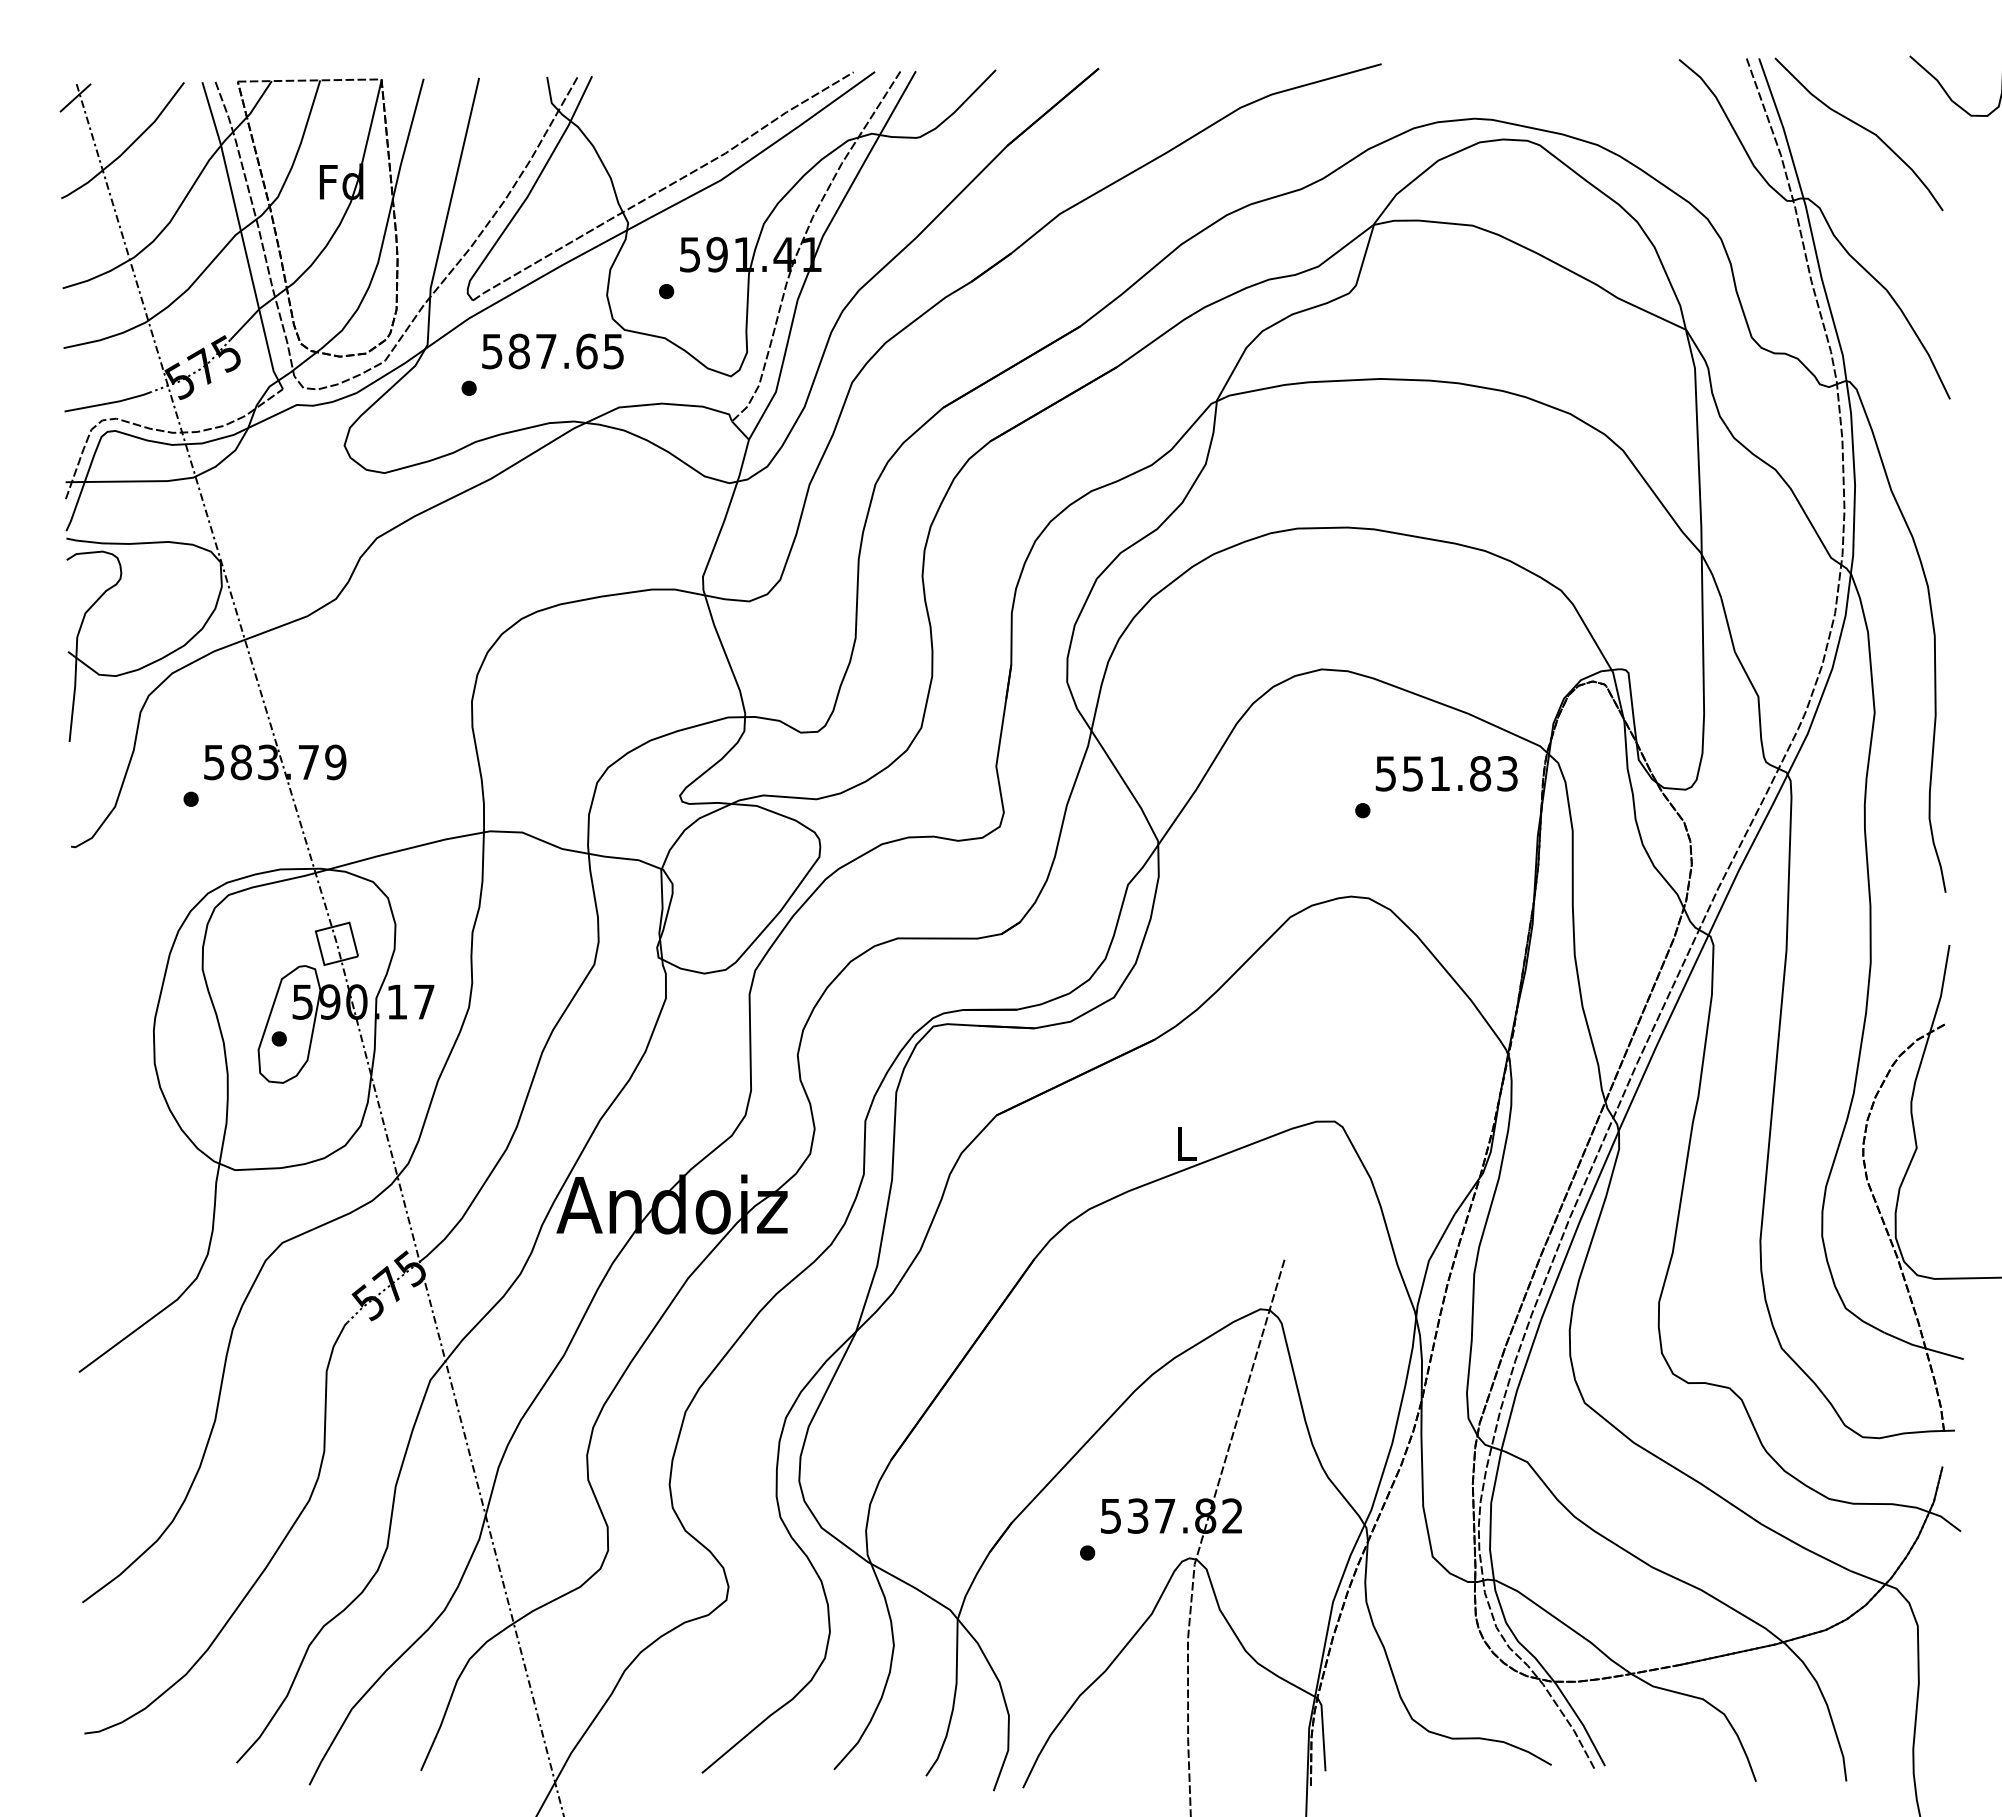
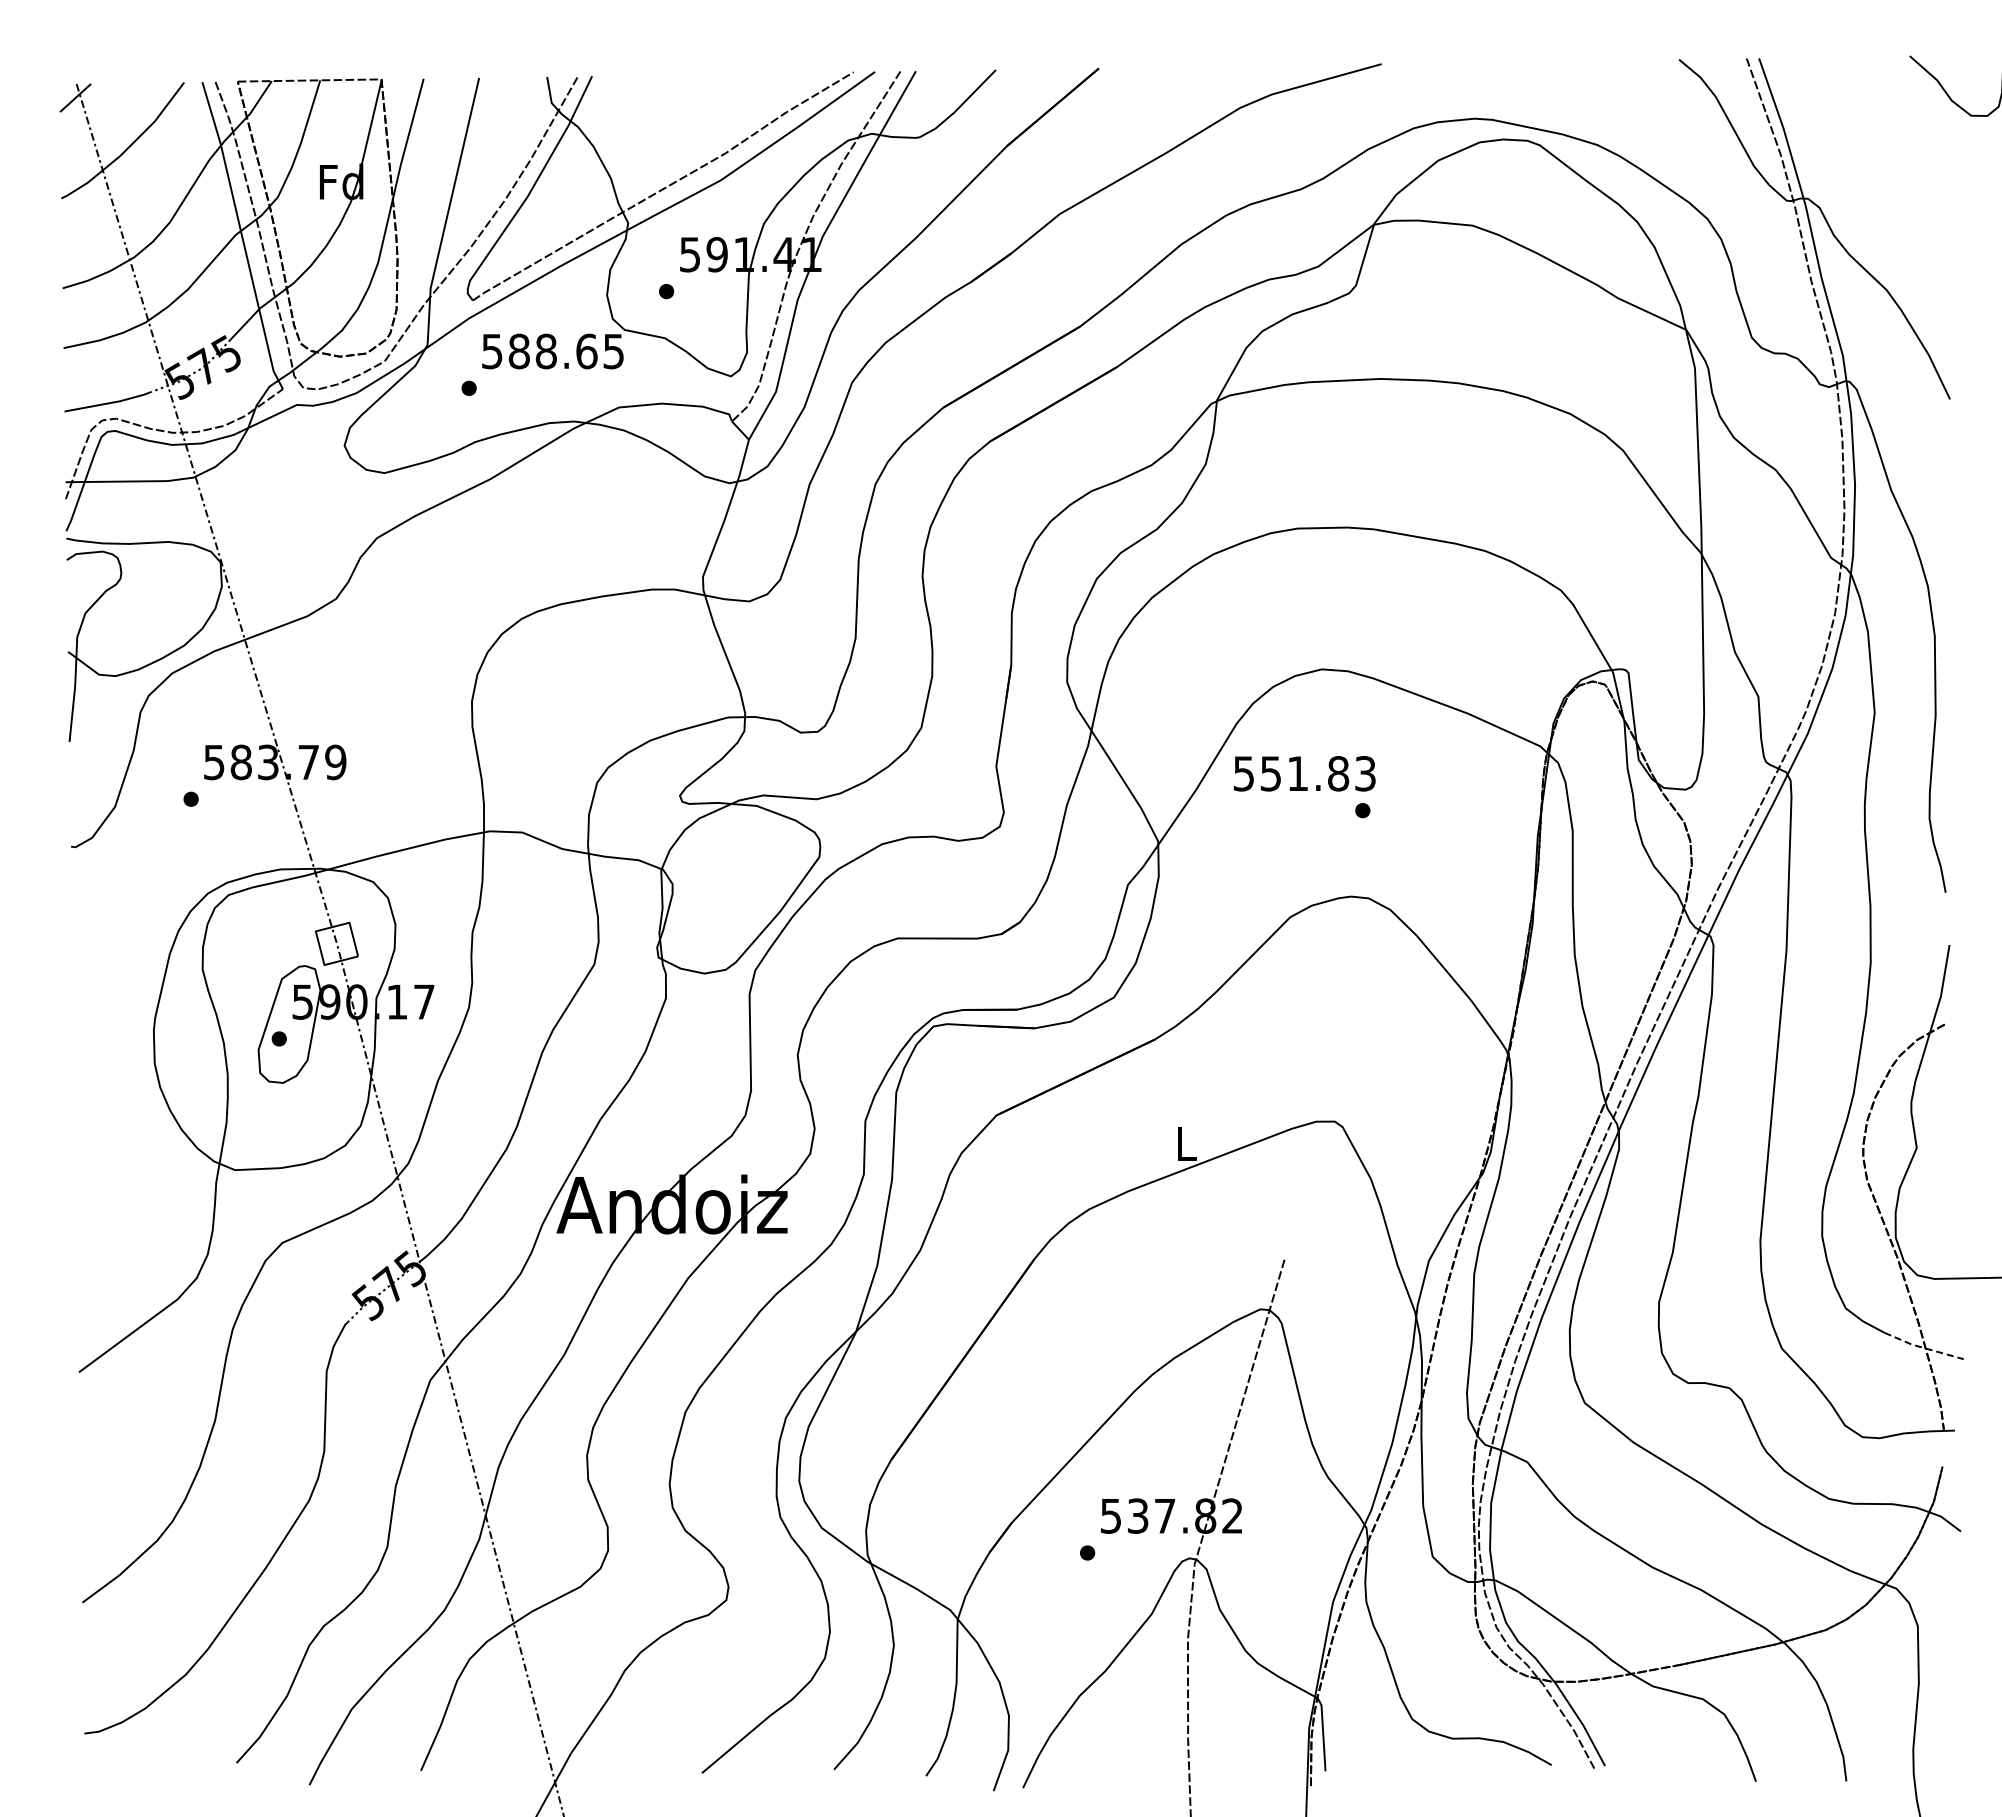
curve at (1862, 128): present -> none
text at (545, 351): 587.65 -> 588.65
text at (1446, 773) position: (1446, 773) -> (1304, 773)
line at (1922, 1347): solid -> dashed
